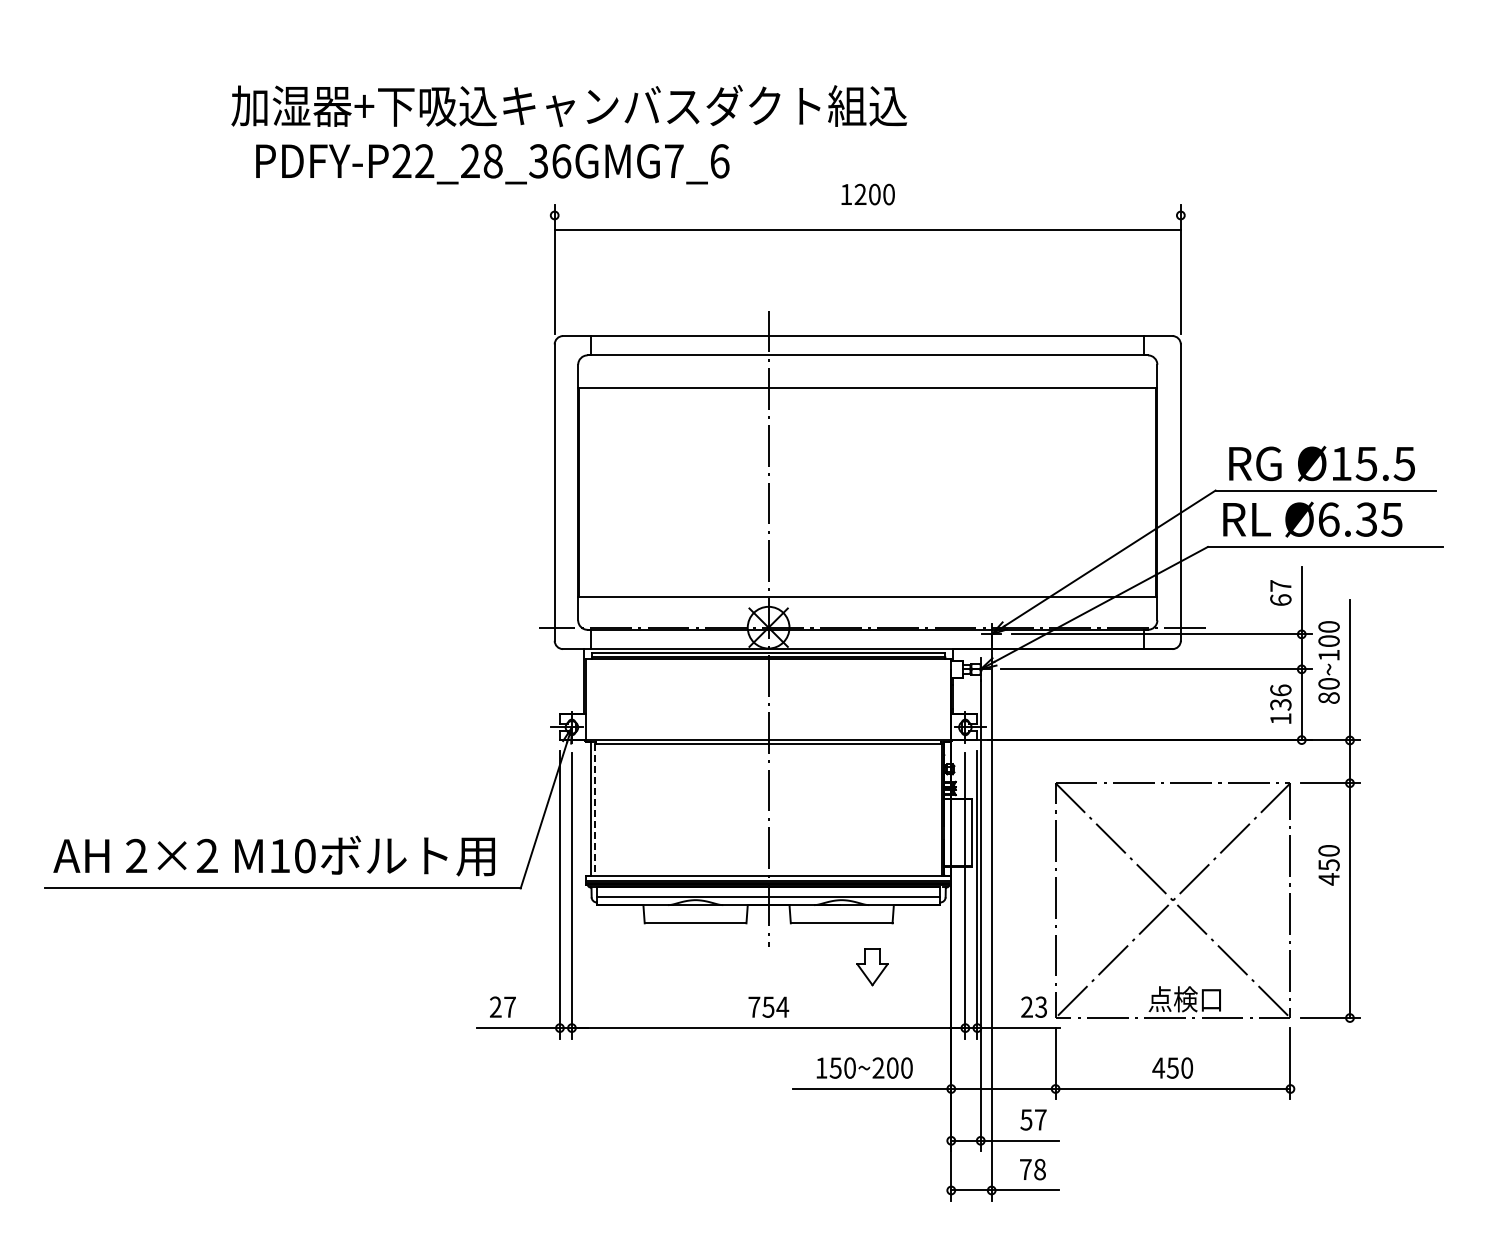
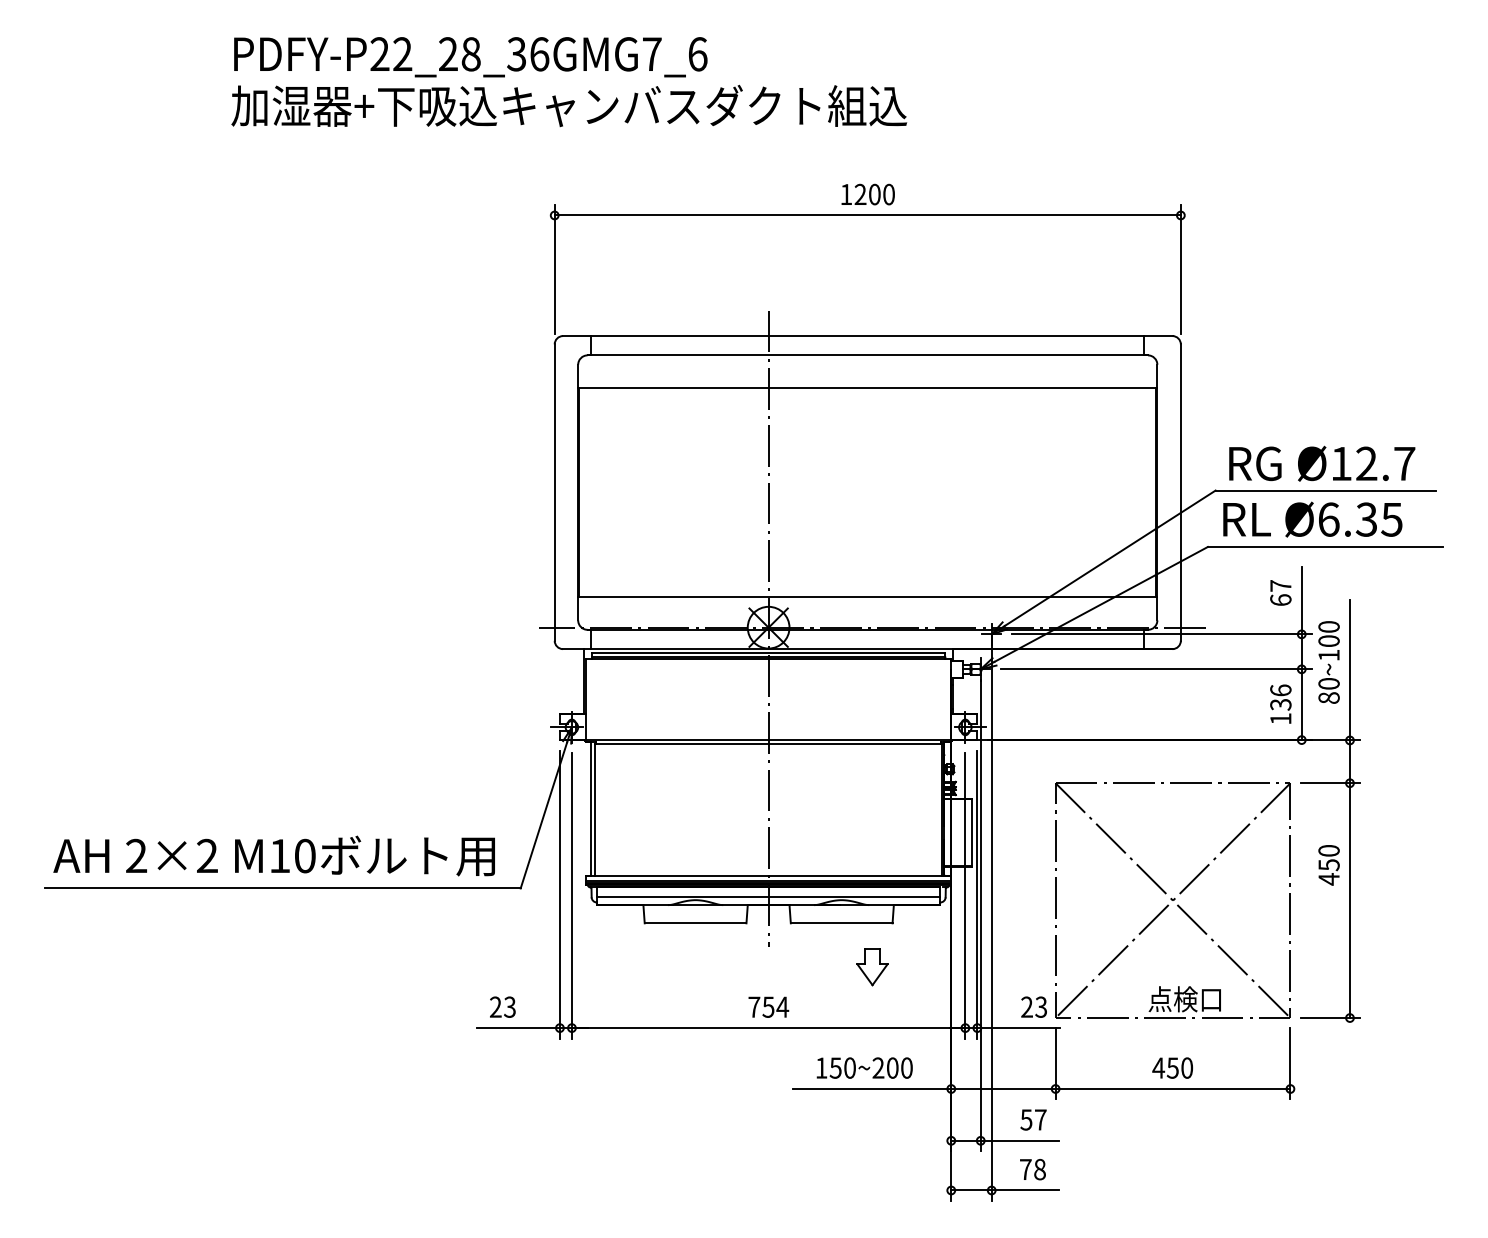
text at (492, 164) position: (492, 164) -> (470, 57)
line at (867, 230) position: (867, 230) -> (867, 215)
text at (1385, 463): Ø15.5 -> Ø12.7
line at (595, 810): dashed -> solid
text at (509, 1006): 27 -> 23
